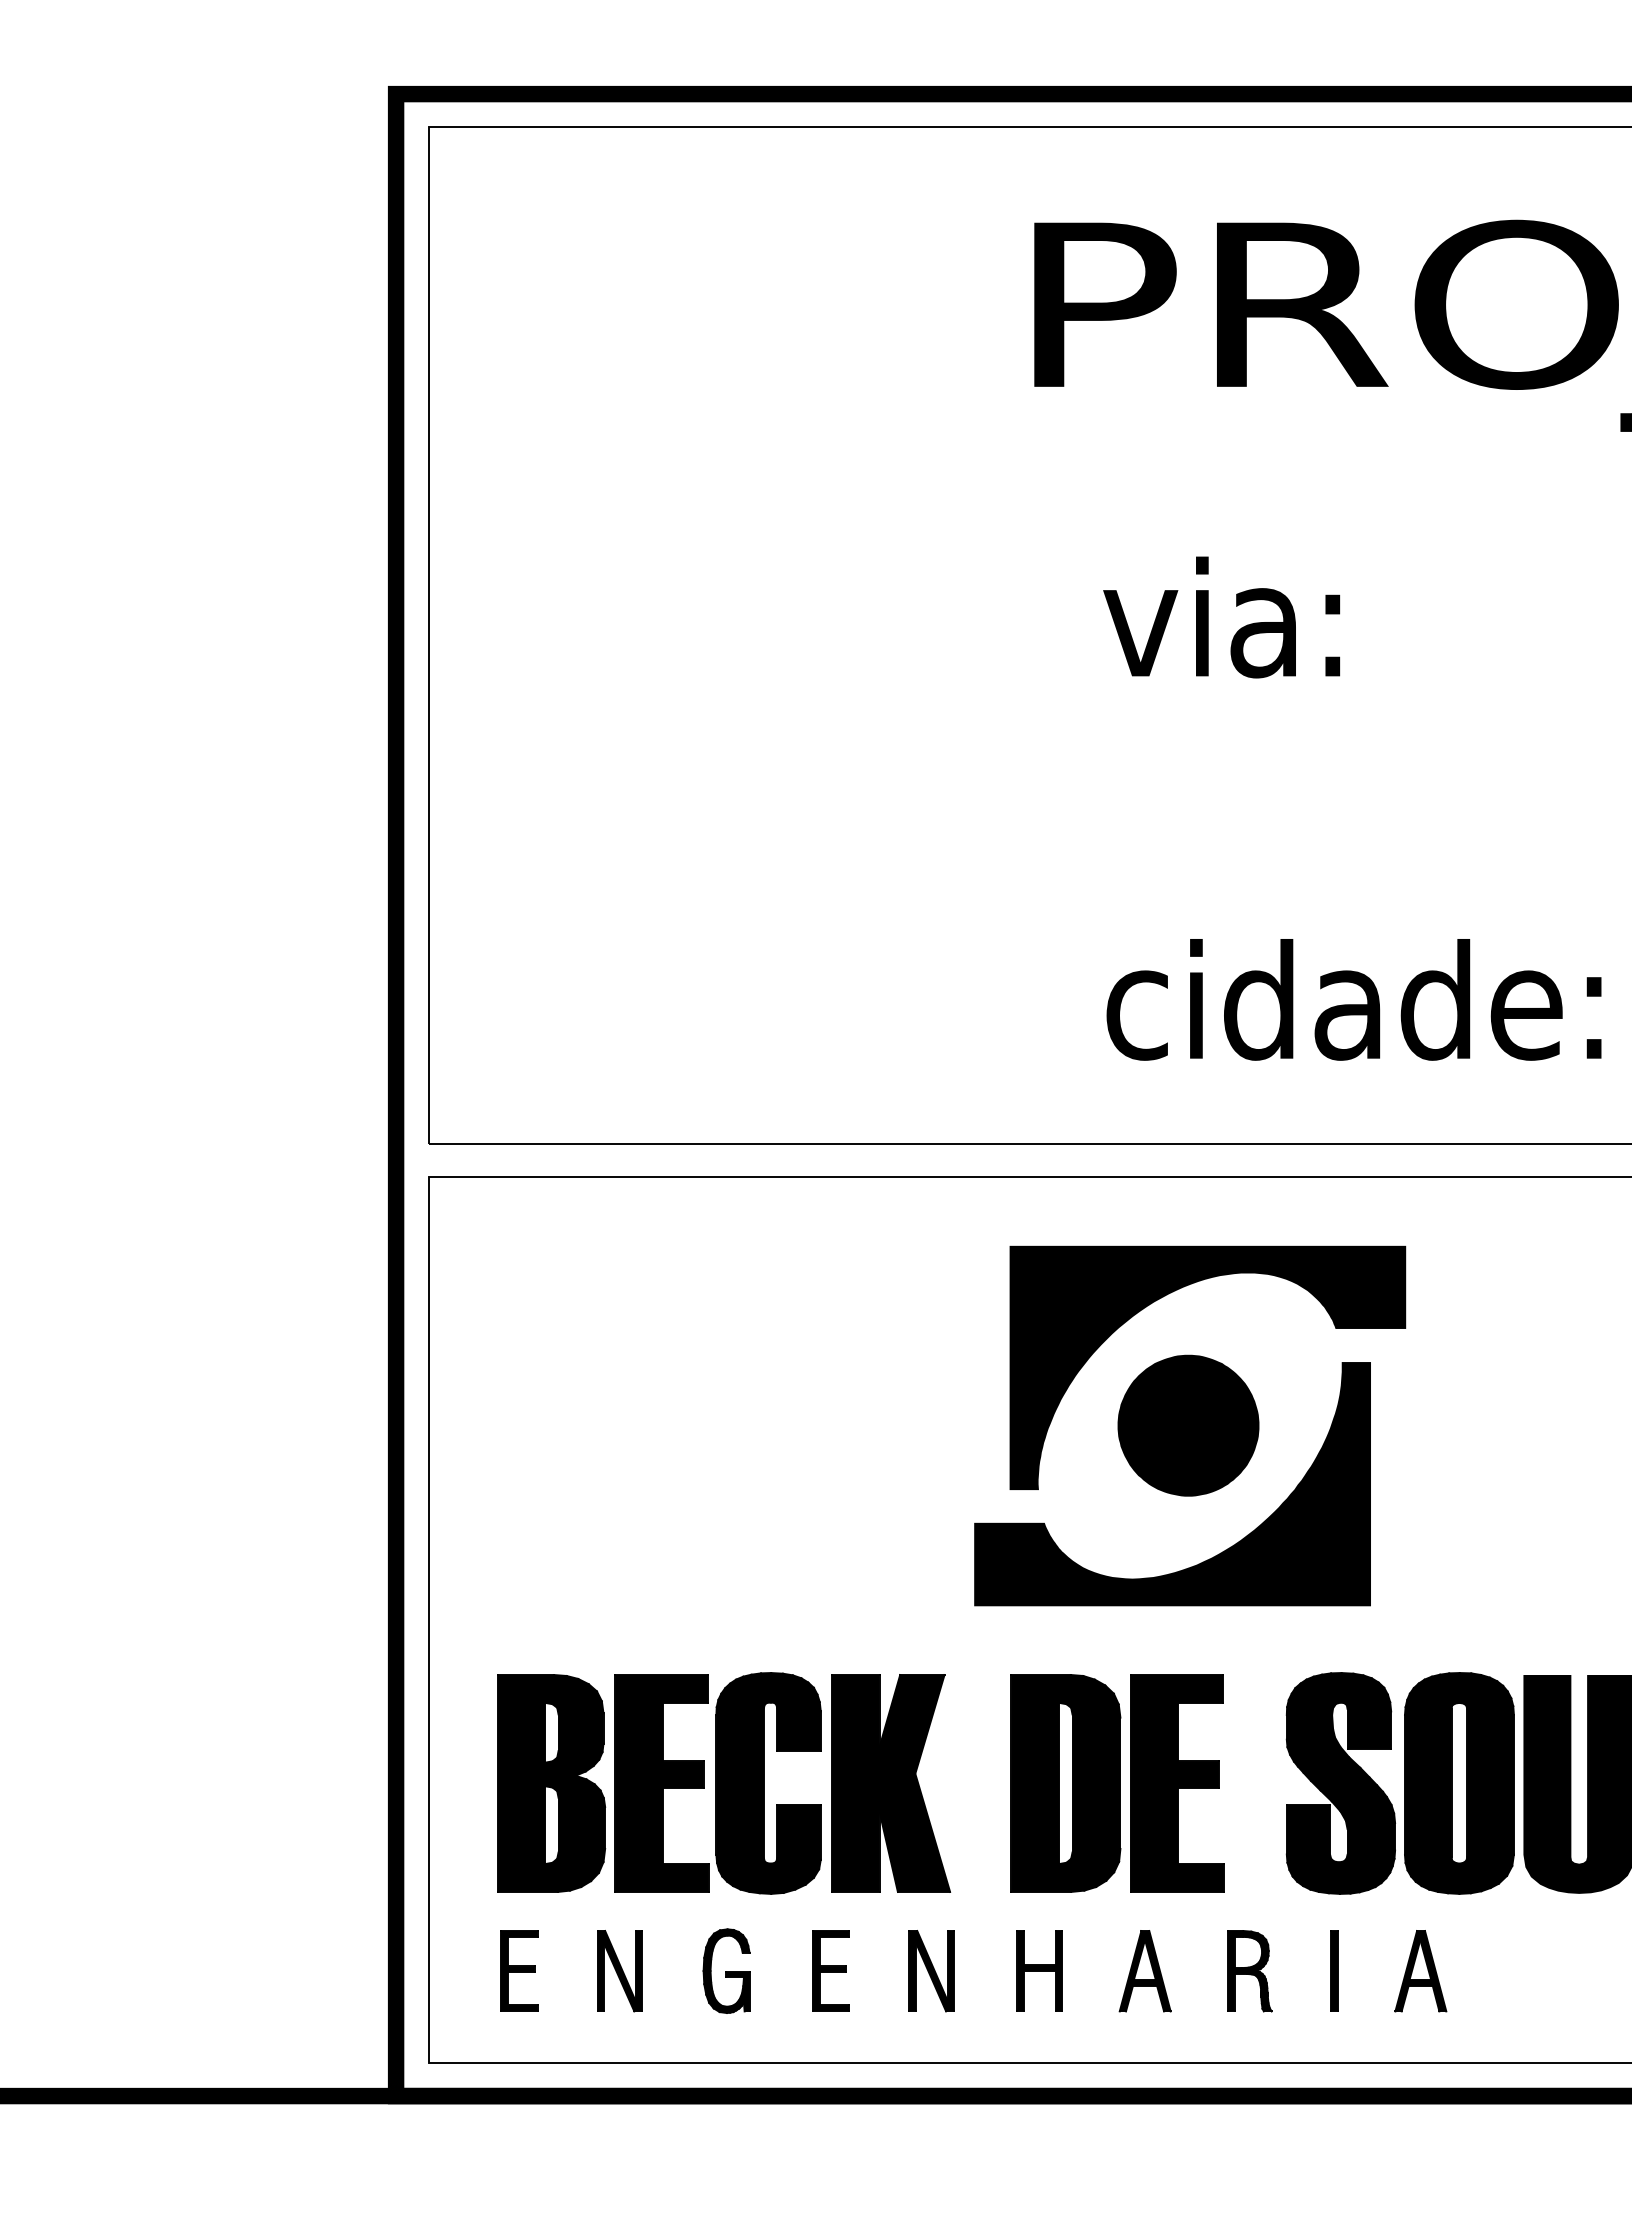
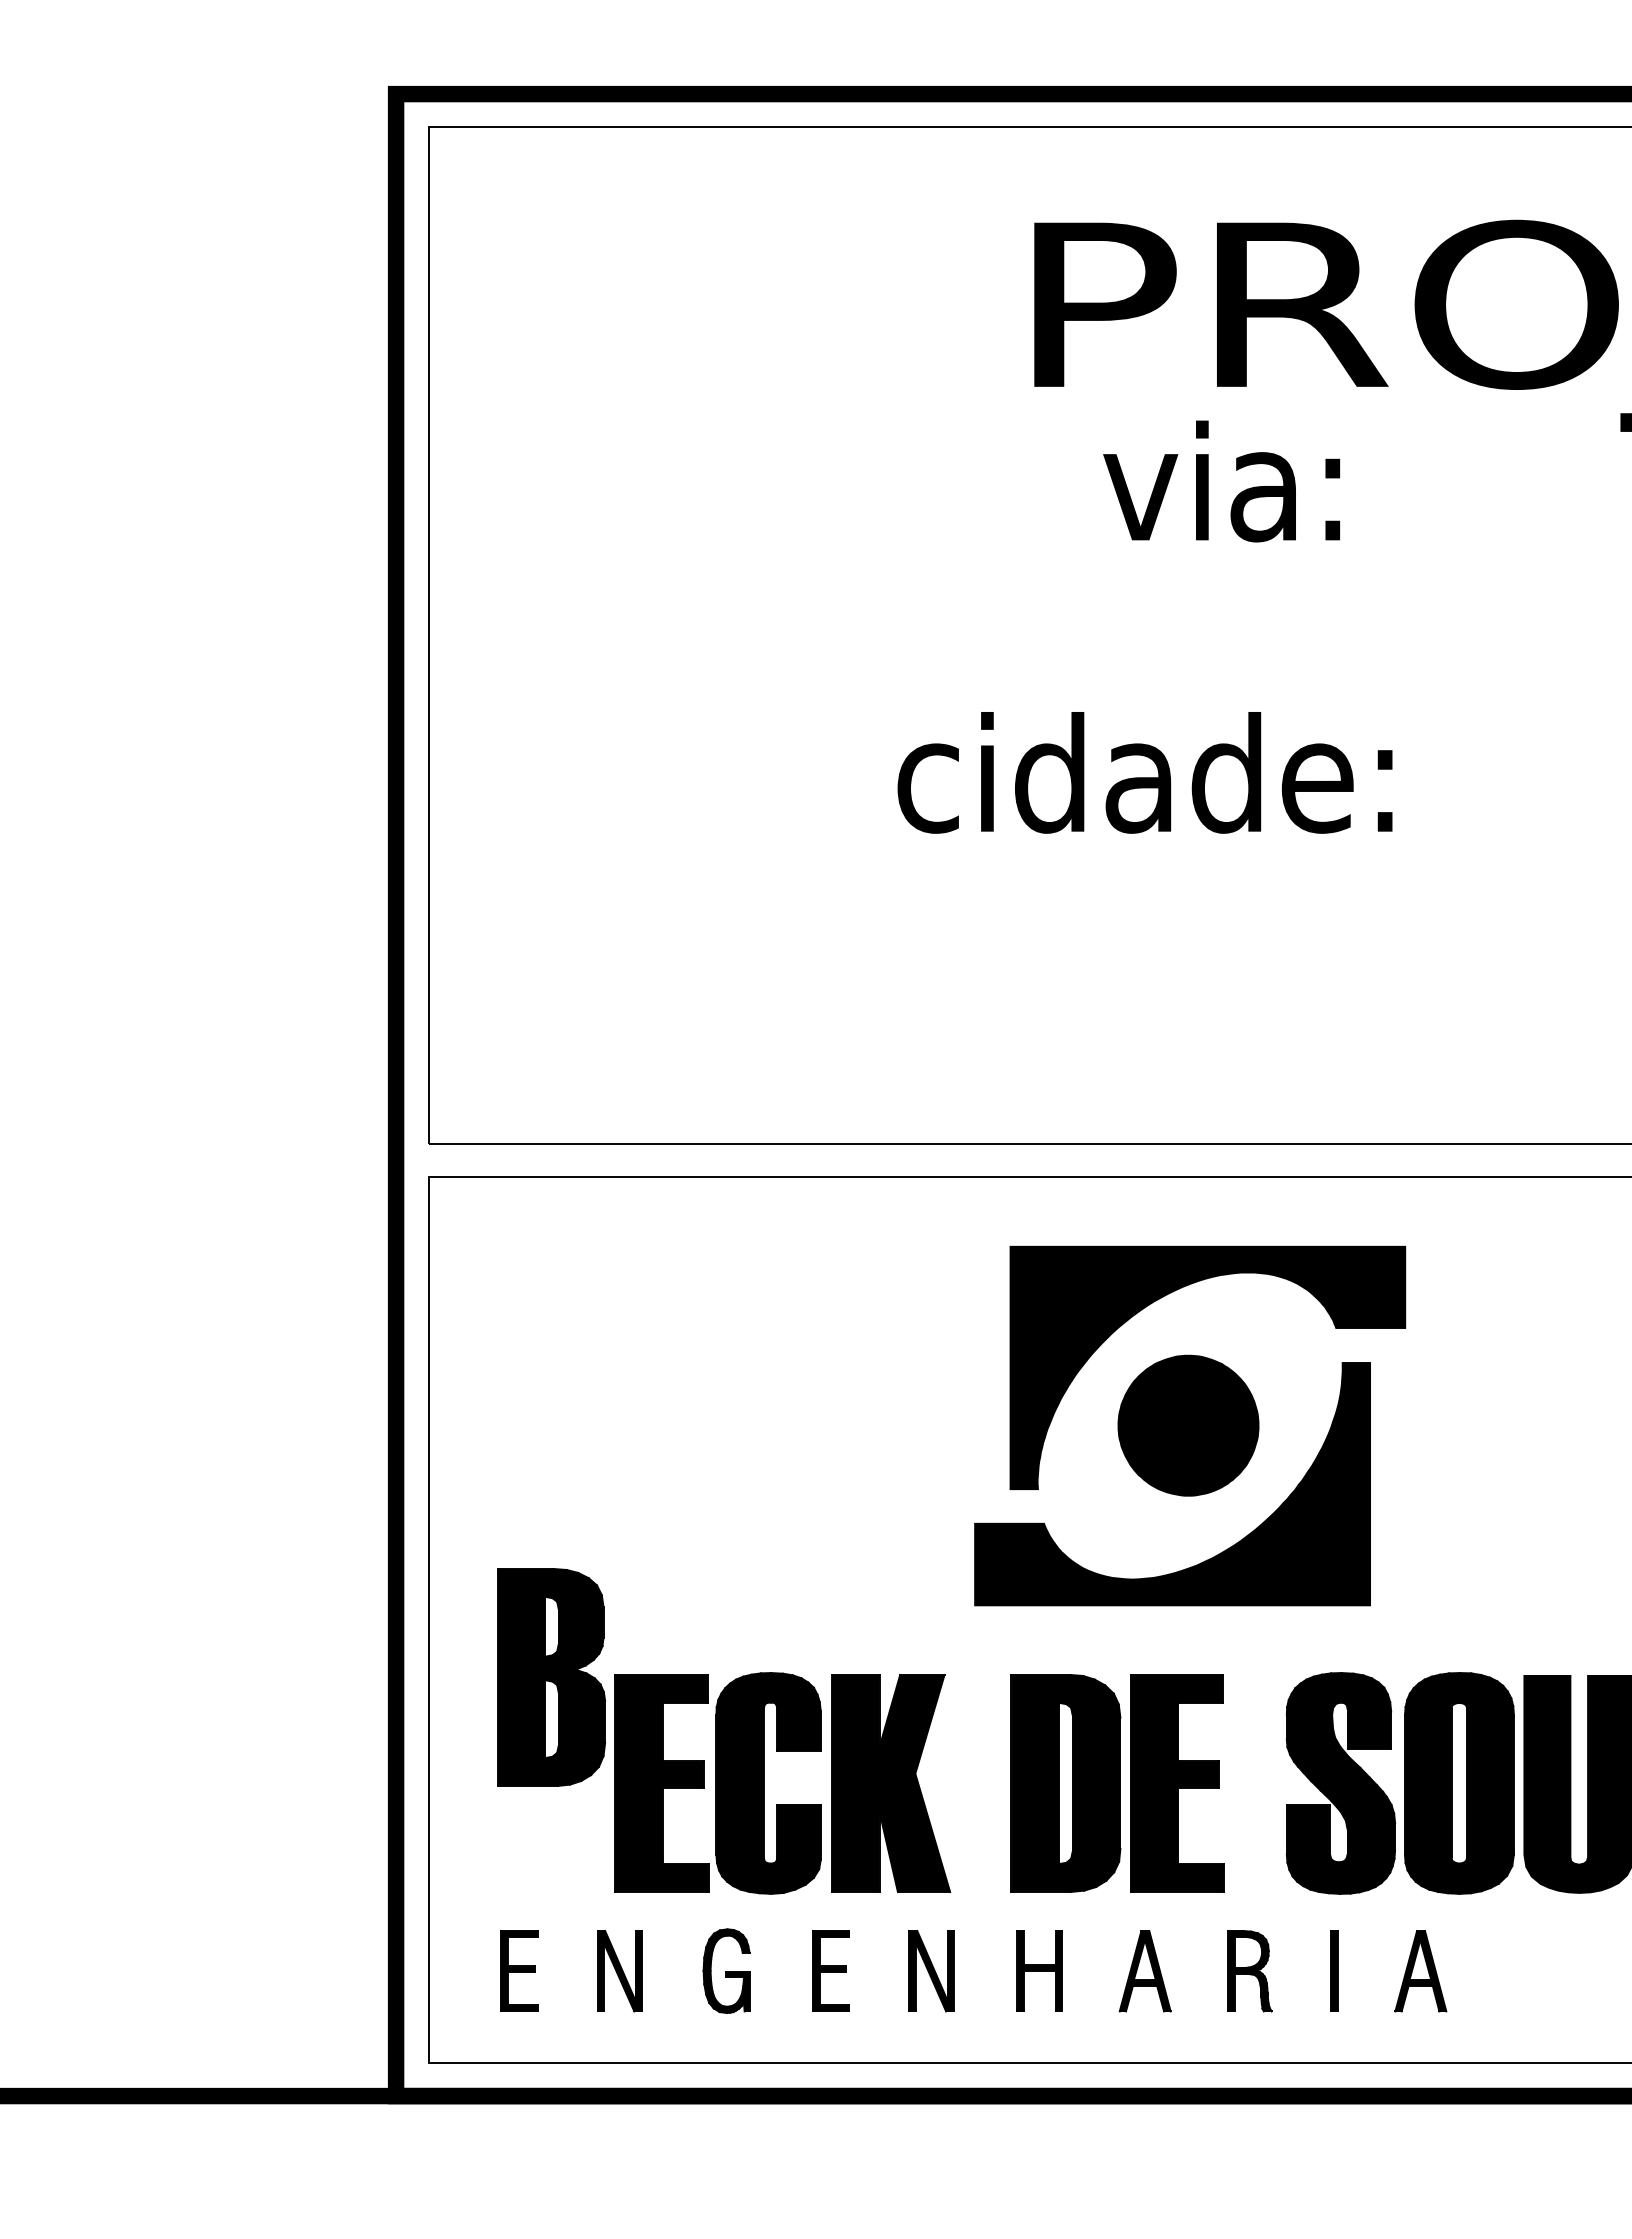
text at (1221, 617) position: (1221, 617) -> (1221, 481)
text at (1353, 999) position: (1353, 999) -> (1144, 772)
part at (551, 1783) position: (551, 1783) -> (551, 1677)
